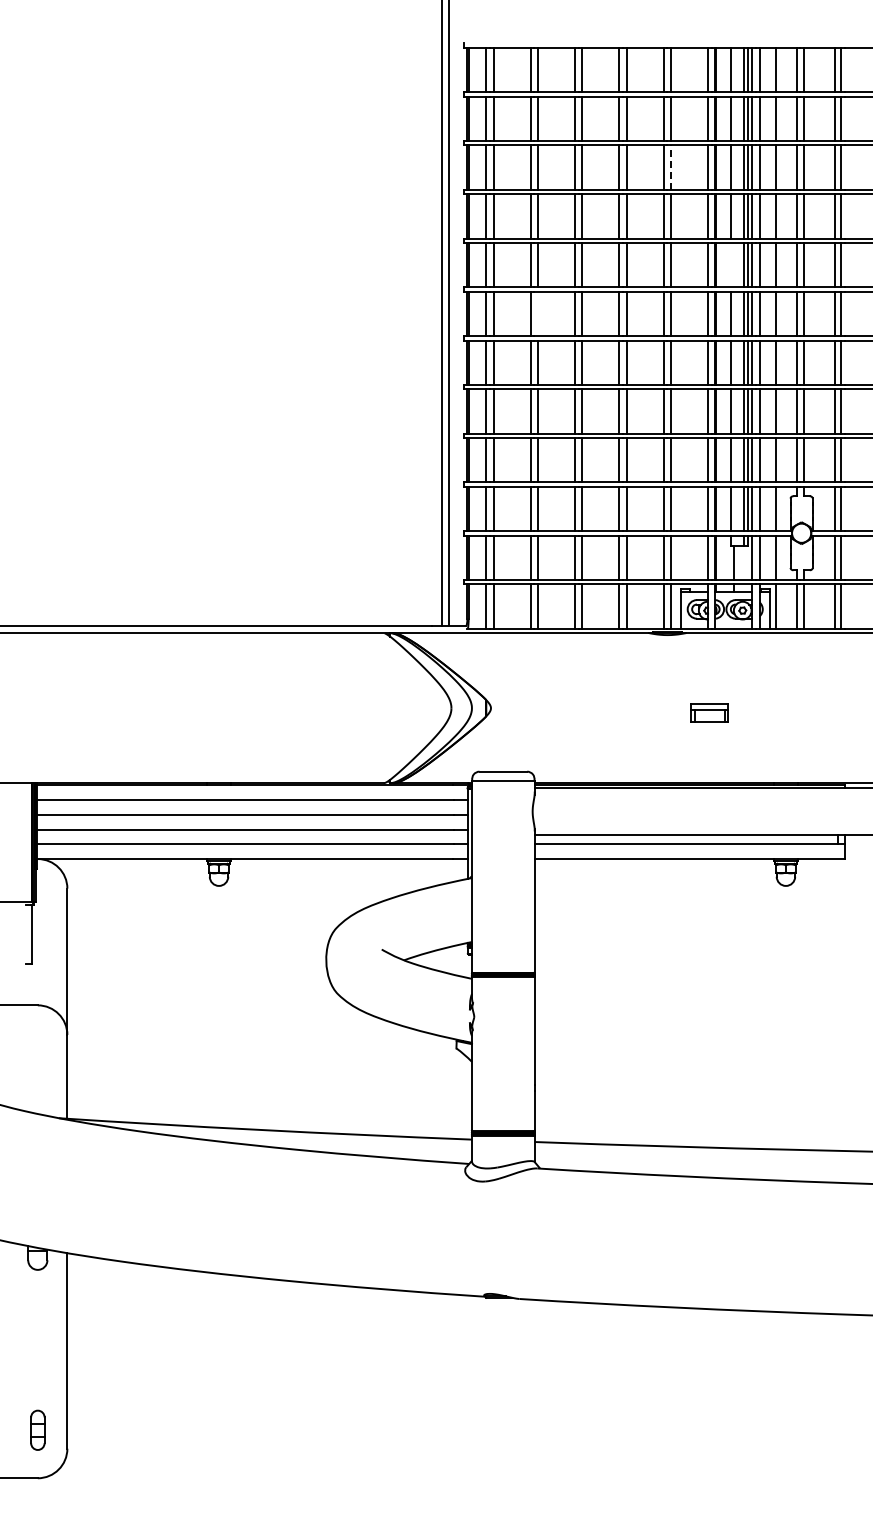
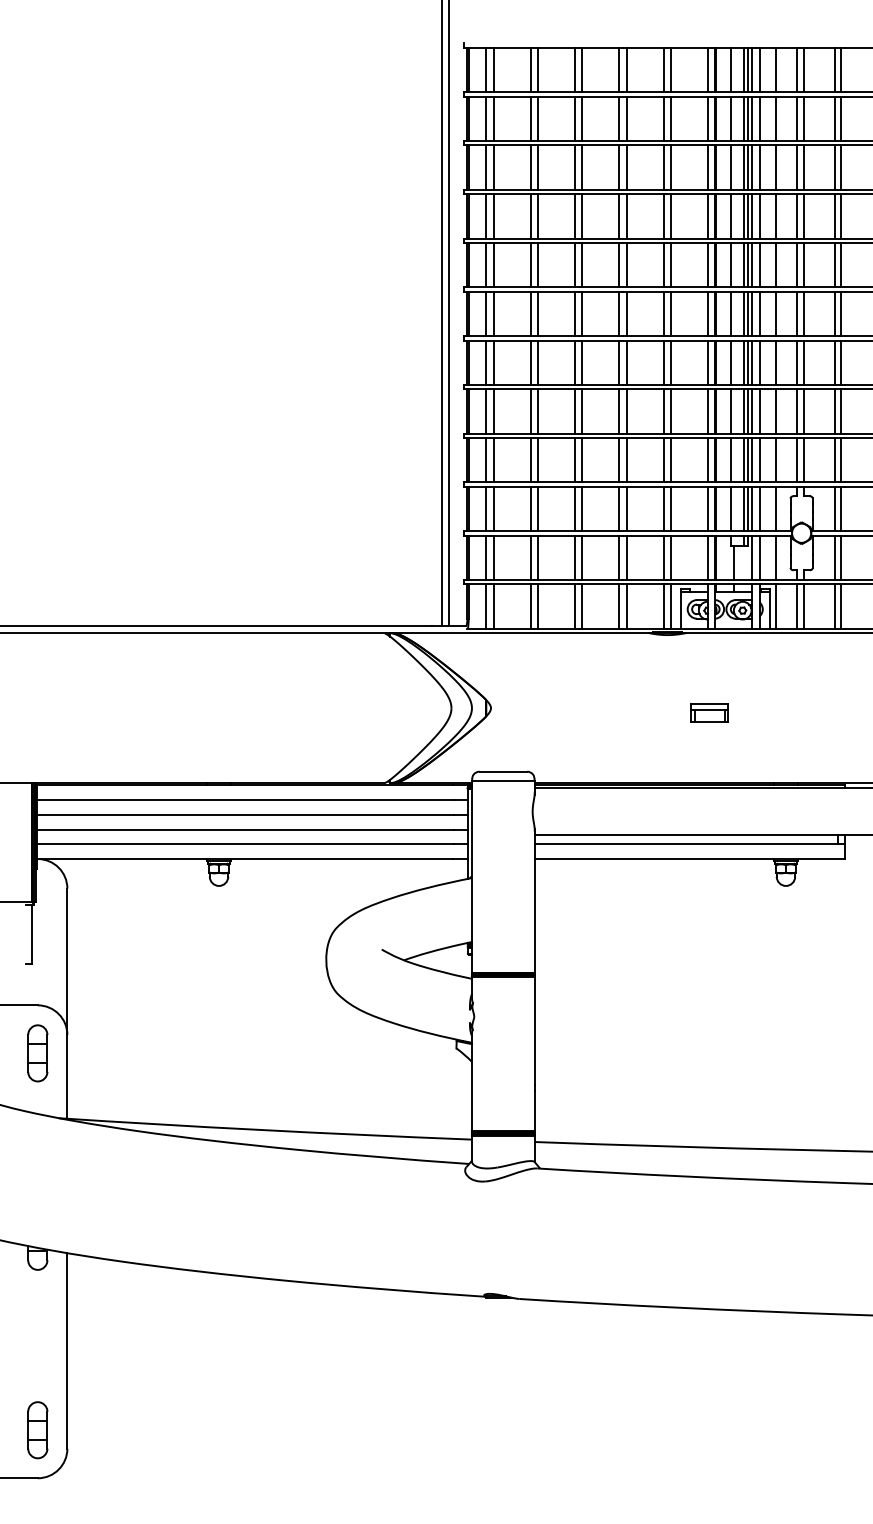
line at (671, 167): dashed -> solid
line at (731, 265): none -> present
line at (538, 313): none -> present
part at (37, 1053): none -> present
part at (37, 1429) size: 16x42 px -> 22x59 px
